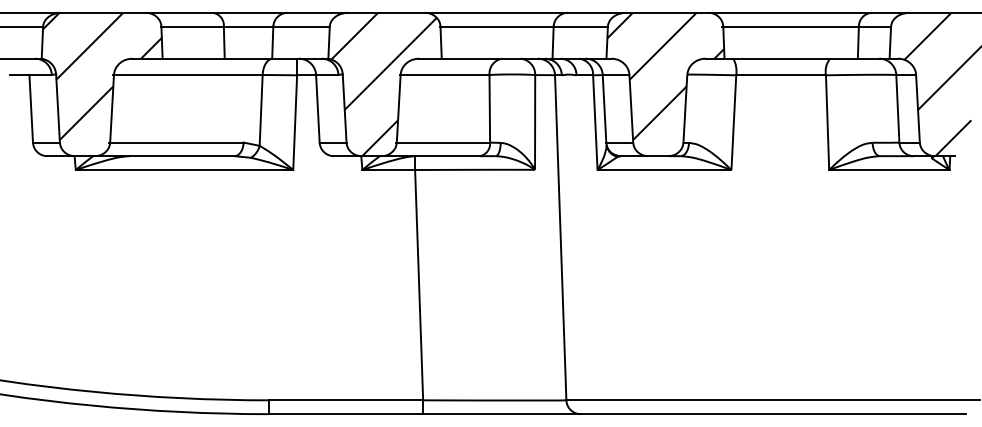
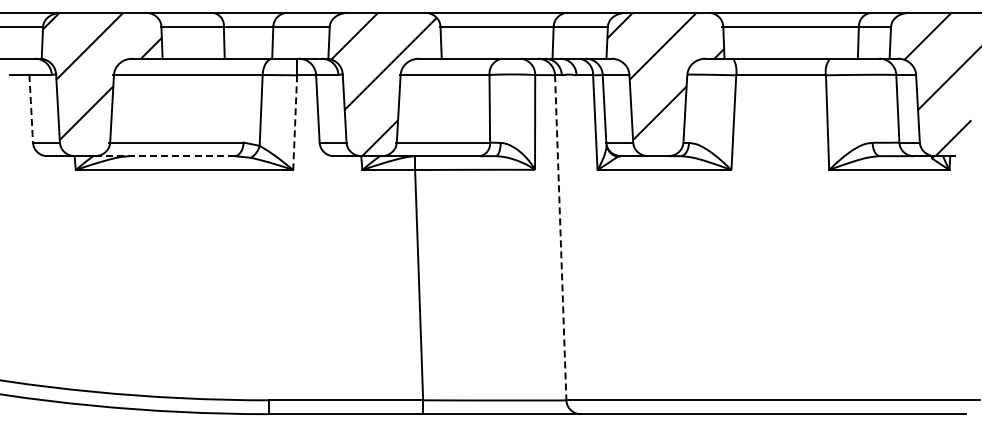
line at (31, 108): solid -> dashed
line at (295, 123): solid -> dashed
line at (164, 156): solid -> dashed
line at (560, 237): solid -> dashed
